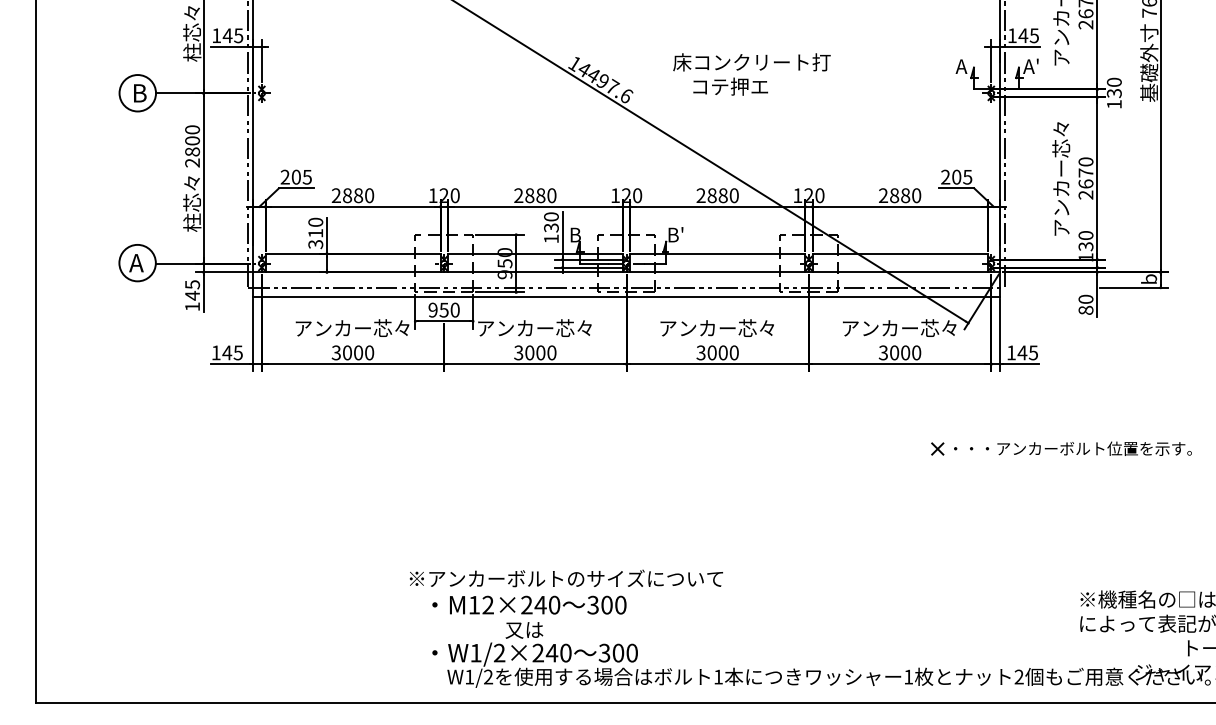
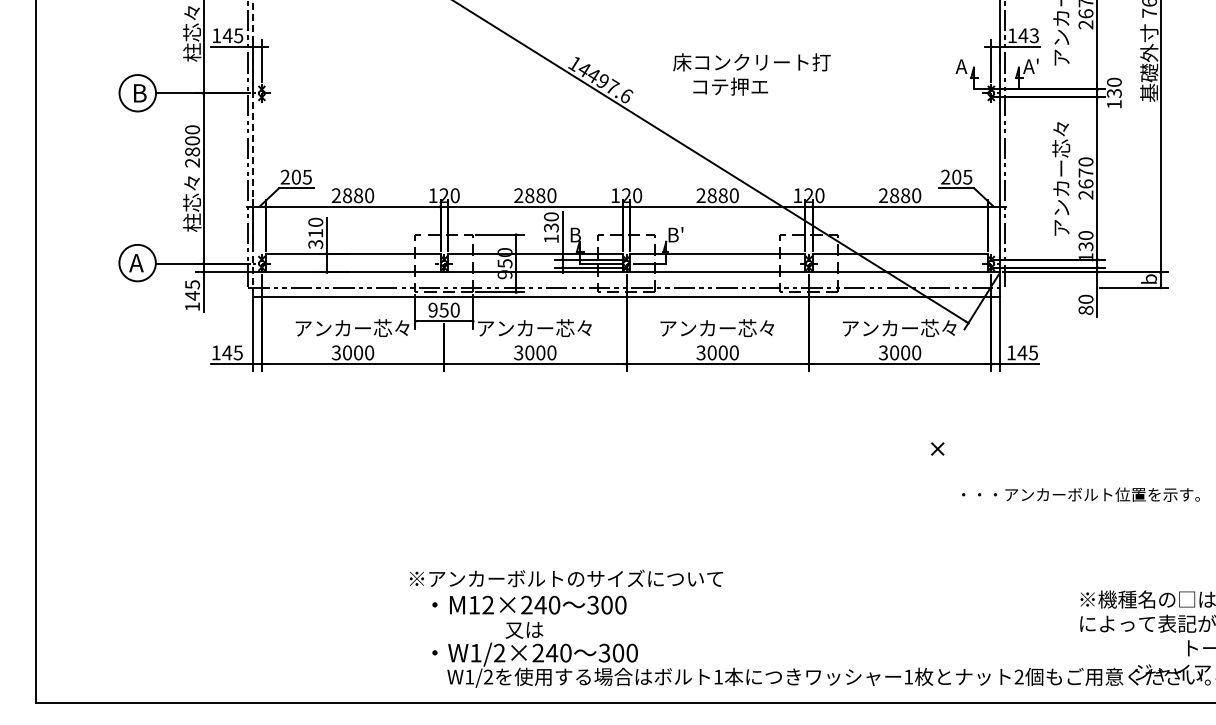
text at (1034, 35): 145 -> 143
line at (253, 148): solid -> dashed
text at (1072, 448) position: (1072, 448) -> (1080, 494)
